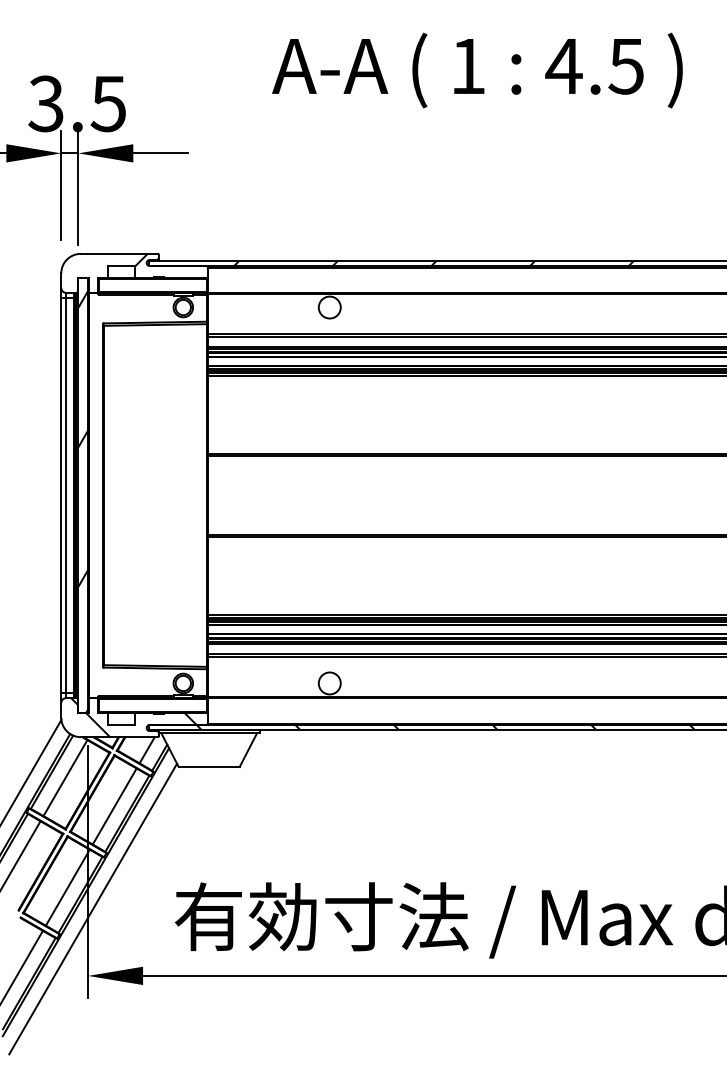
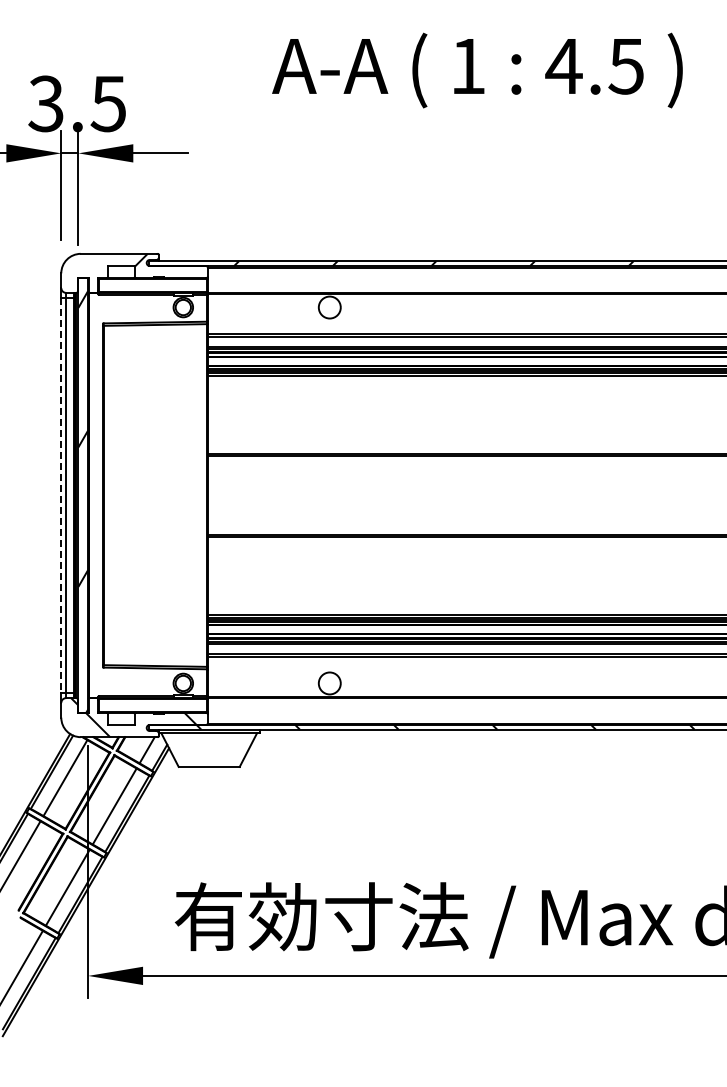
line at (61, 495): solid -> dashed
line at (31, 770): present -> none
line at (93, 908): present -> none
